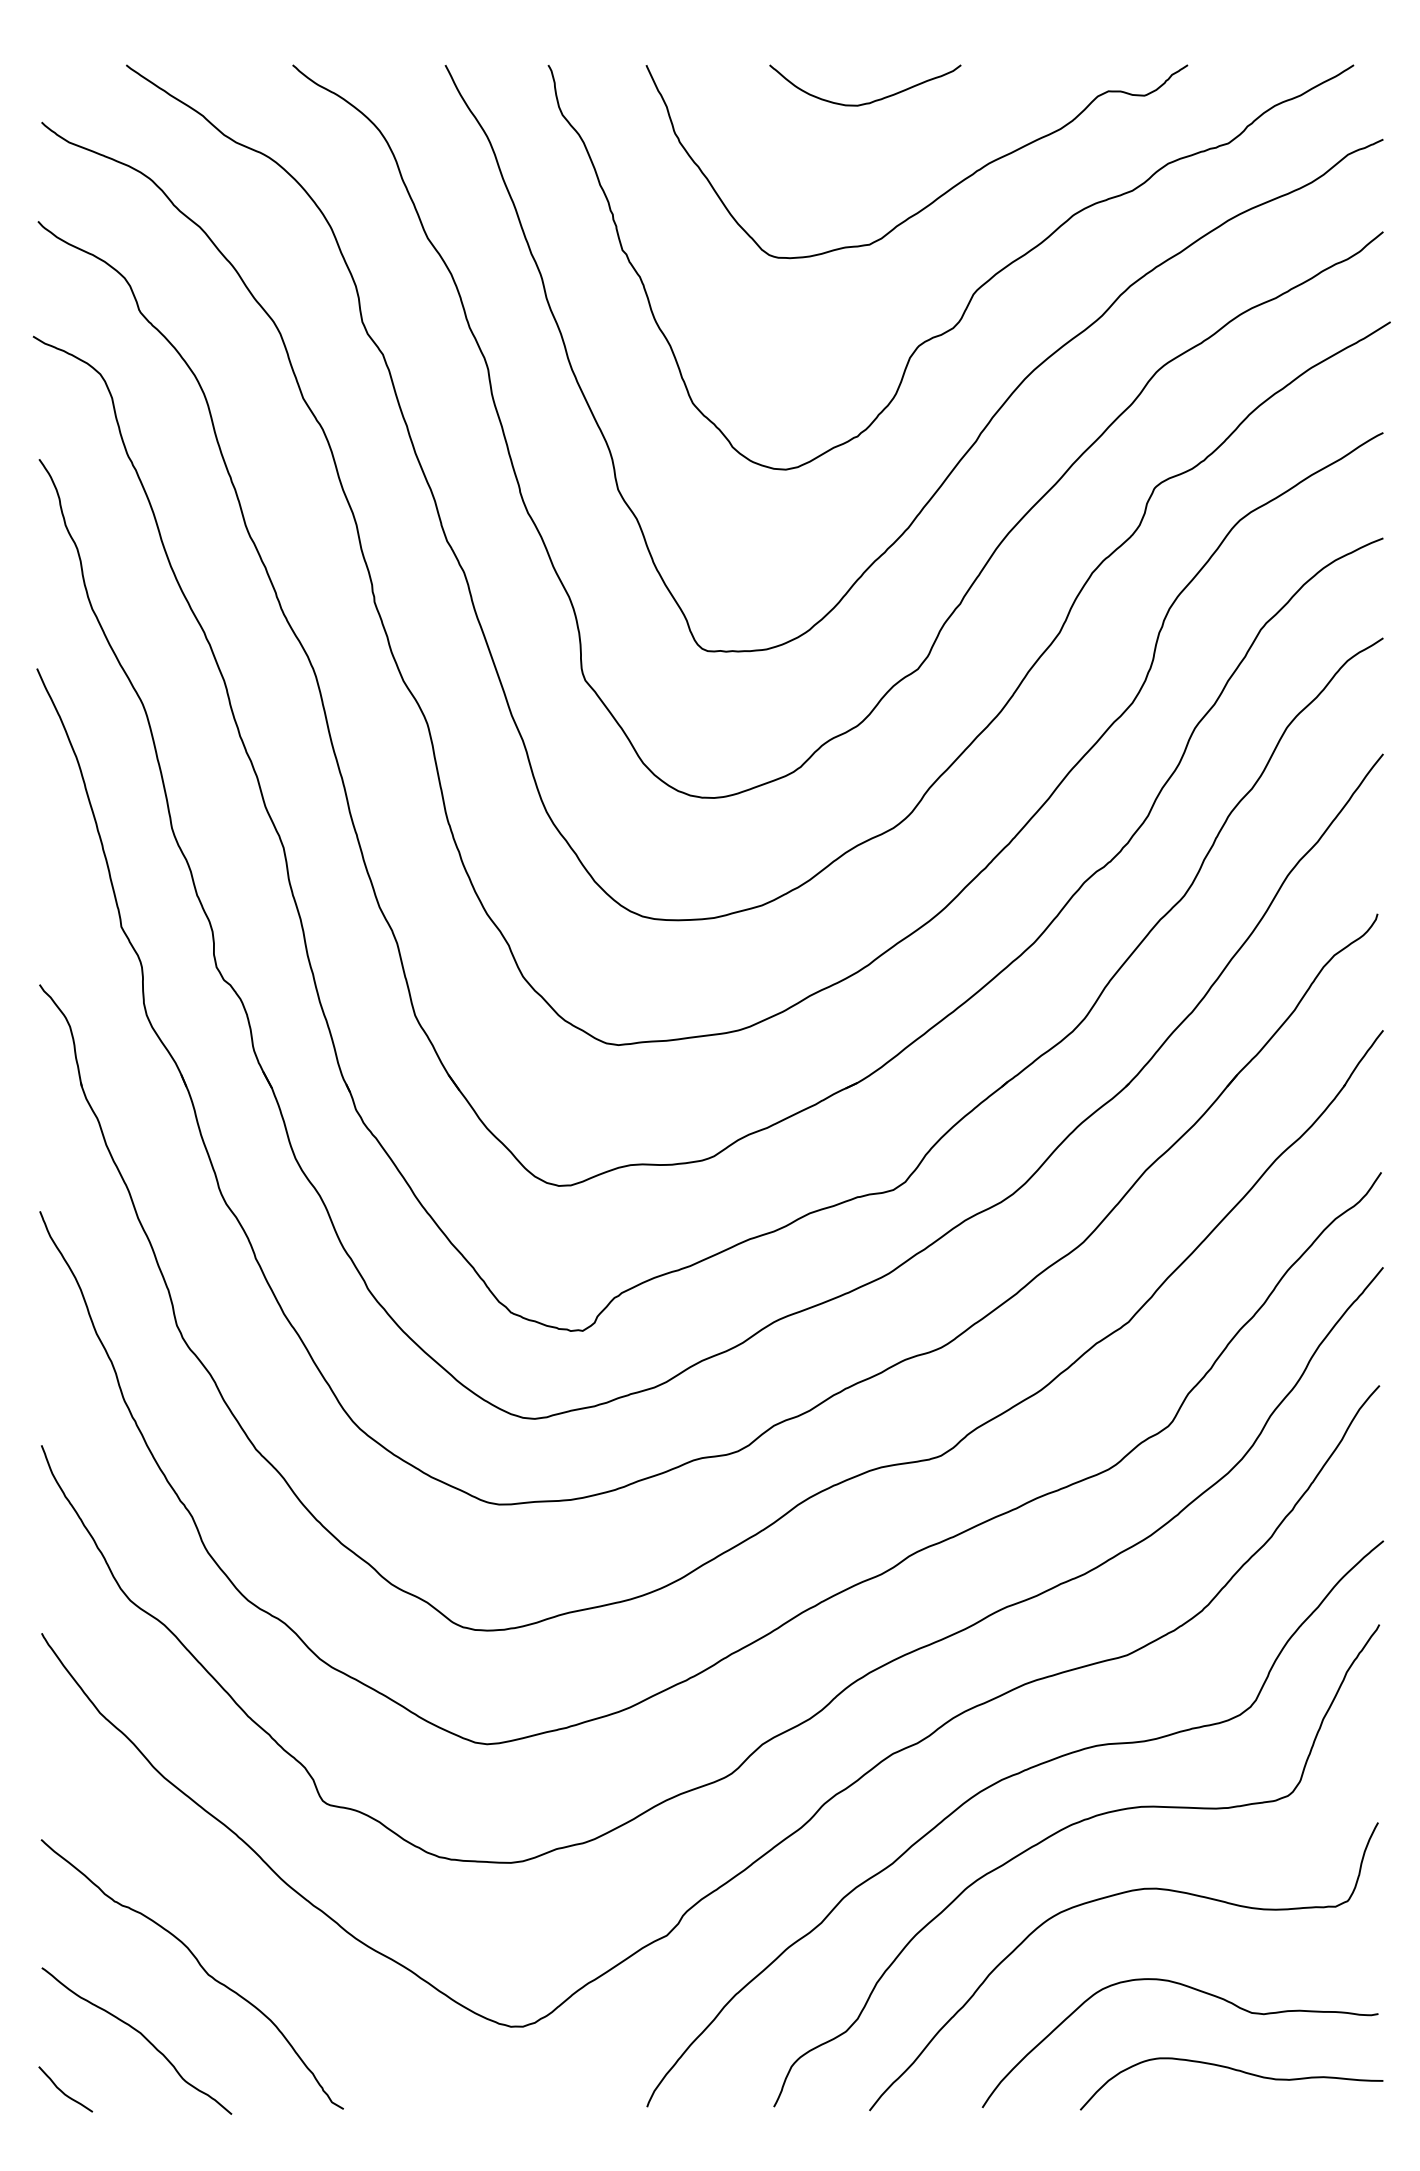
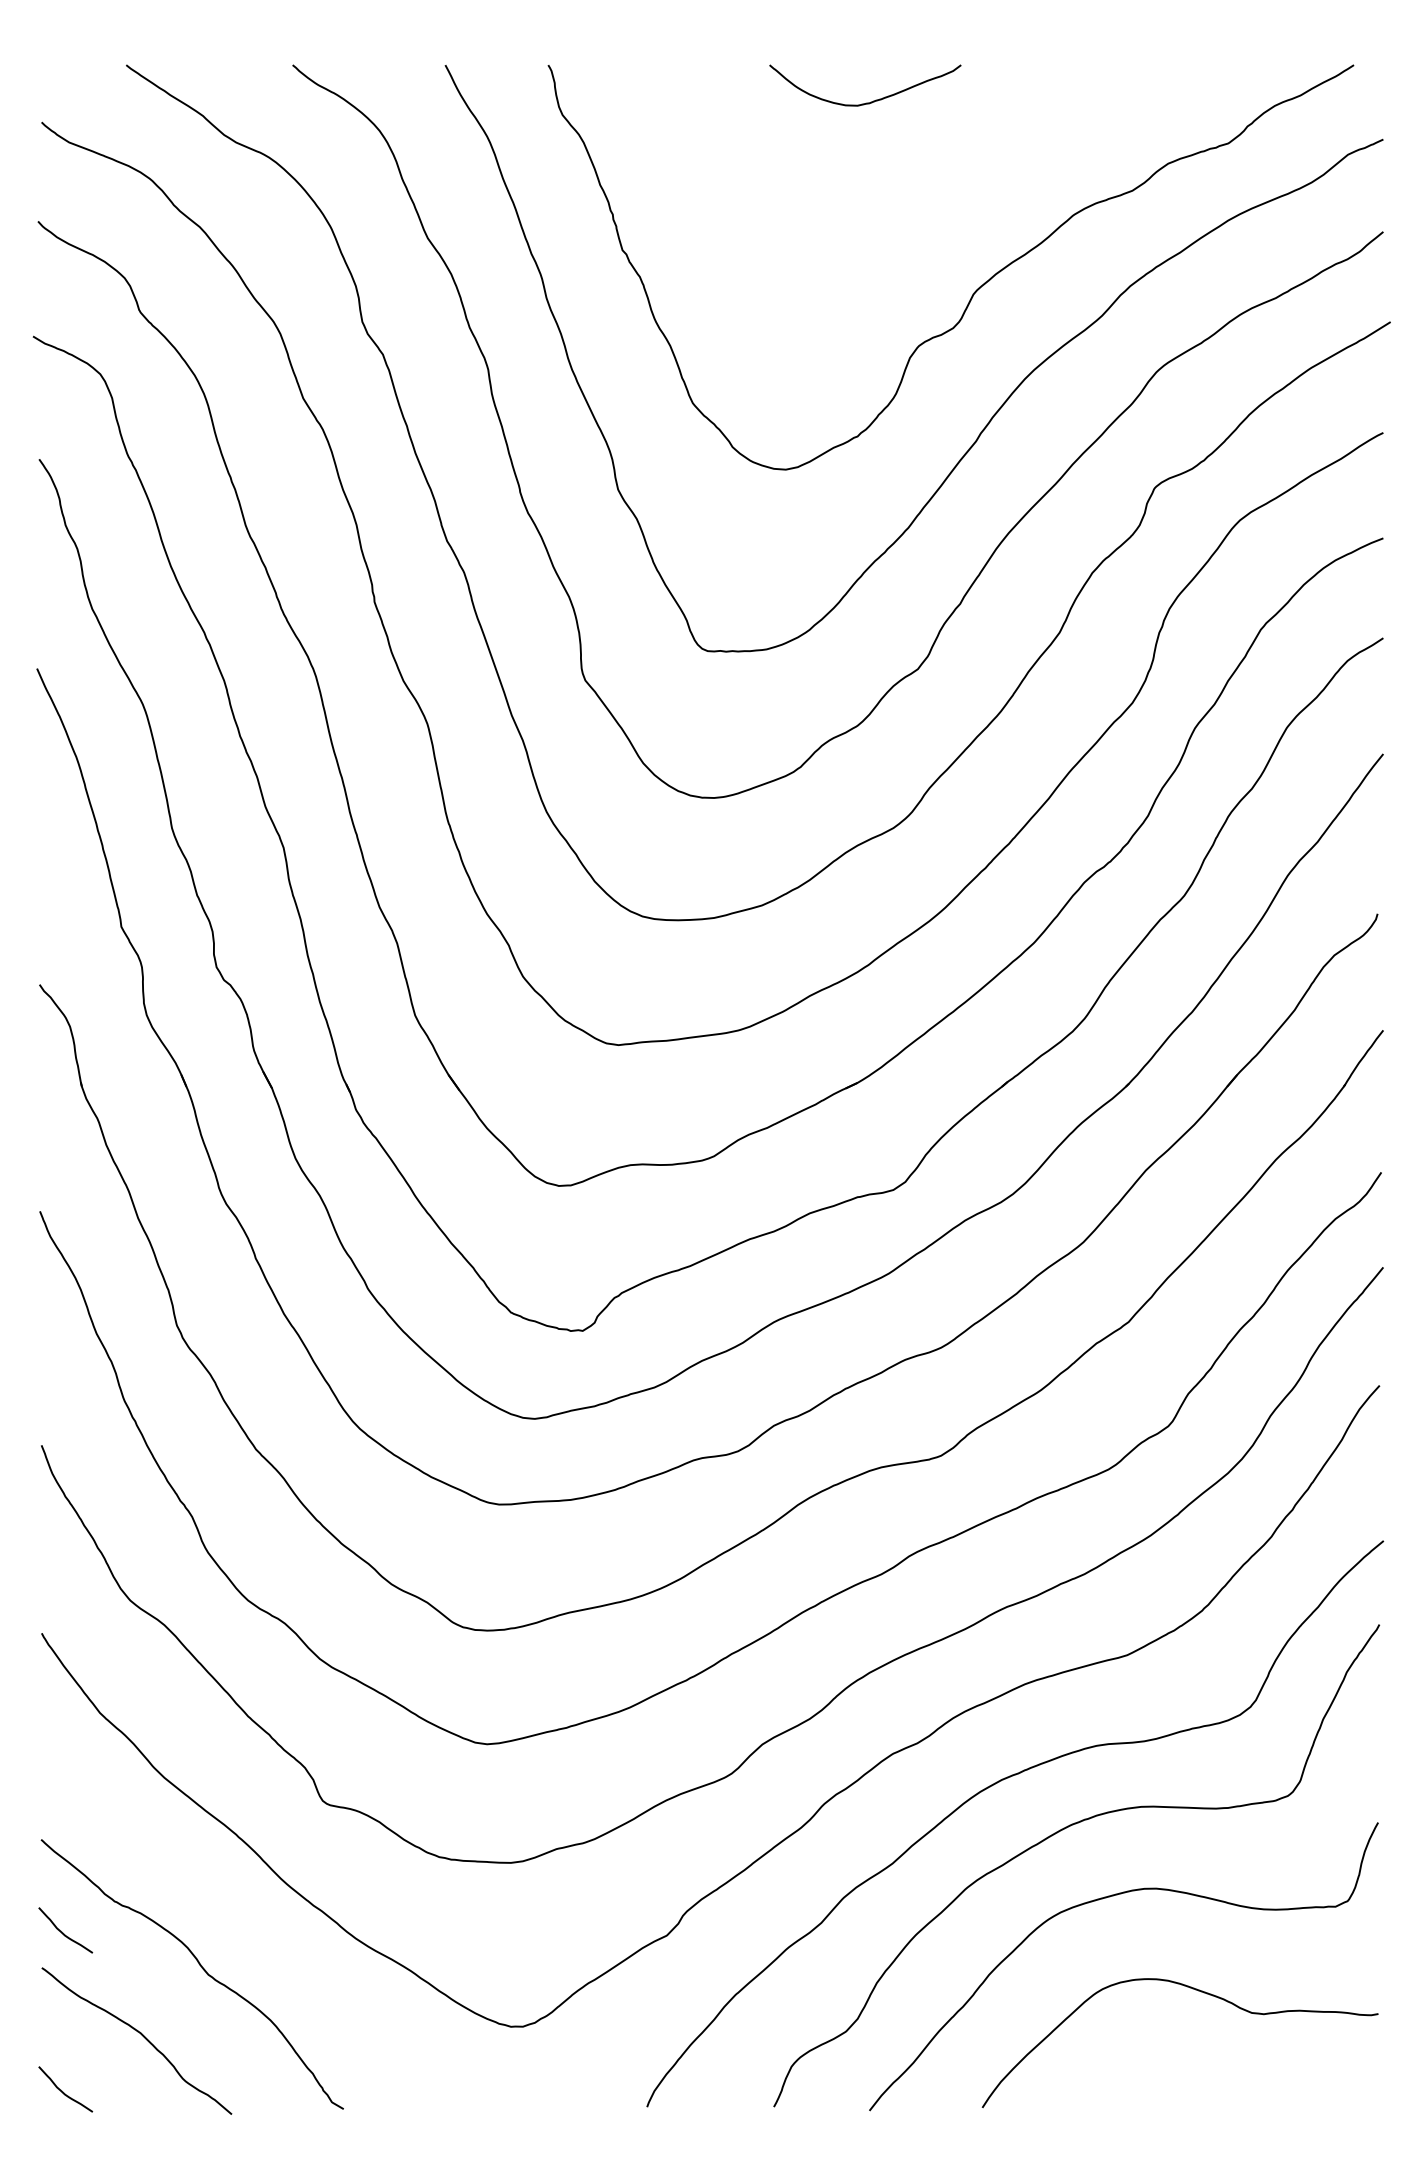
curve at (938, 196): present -> none
curve at (63, 1932): none -> present
curve at (1236, 2071): present -> none
